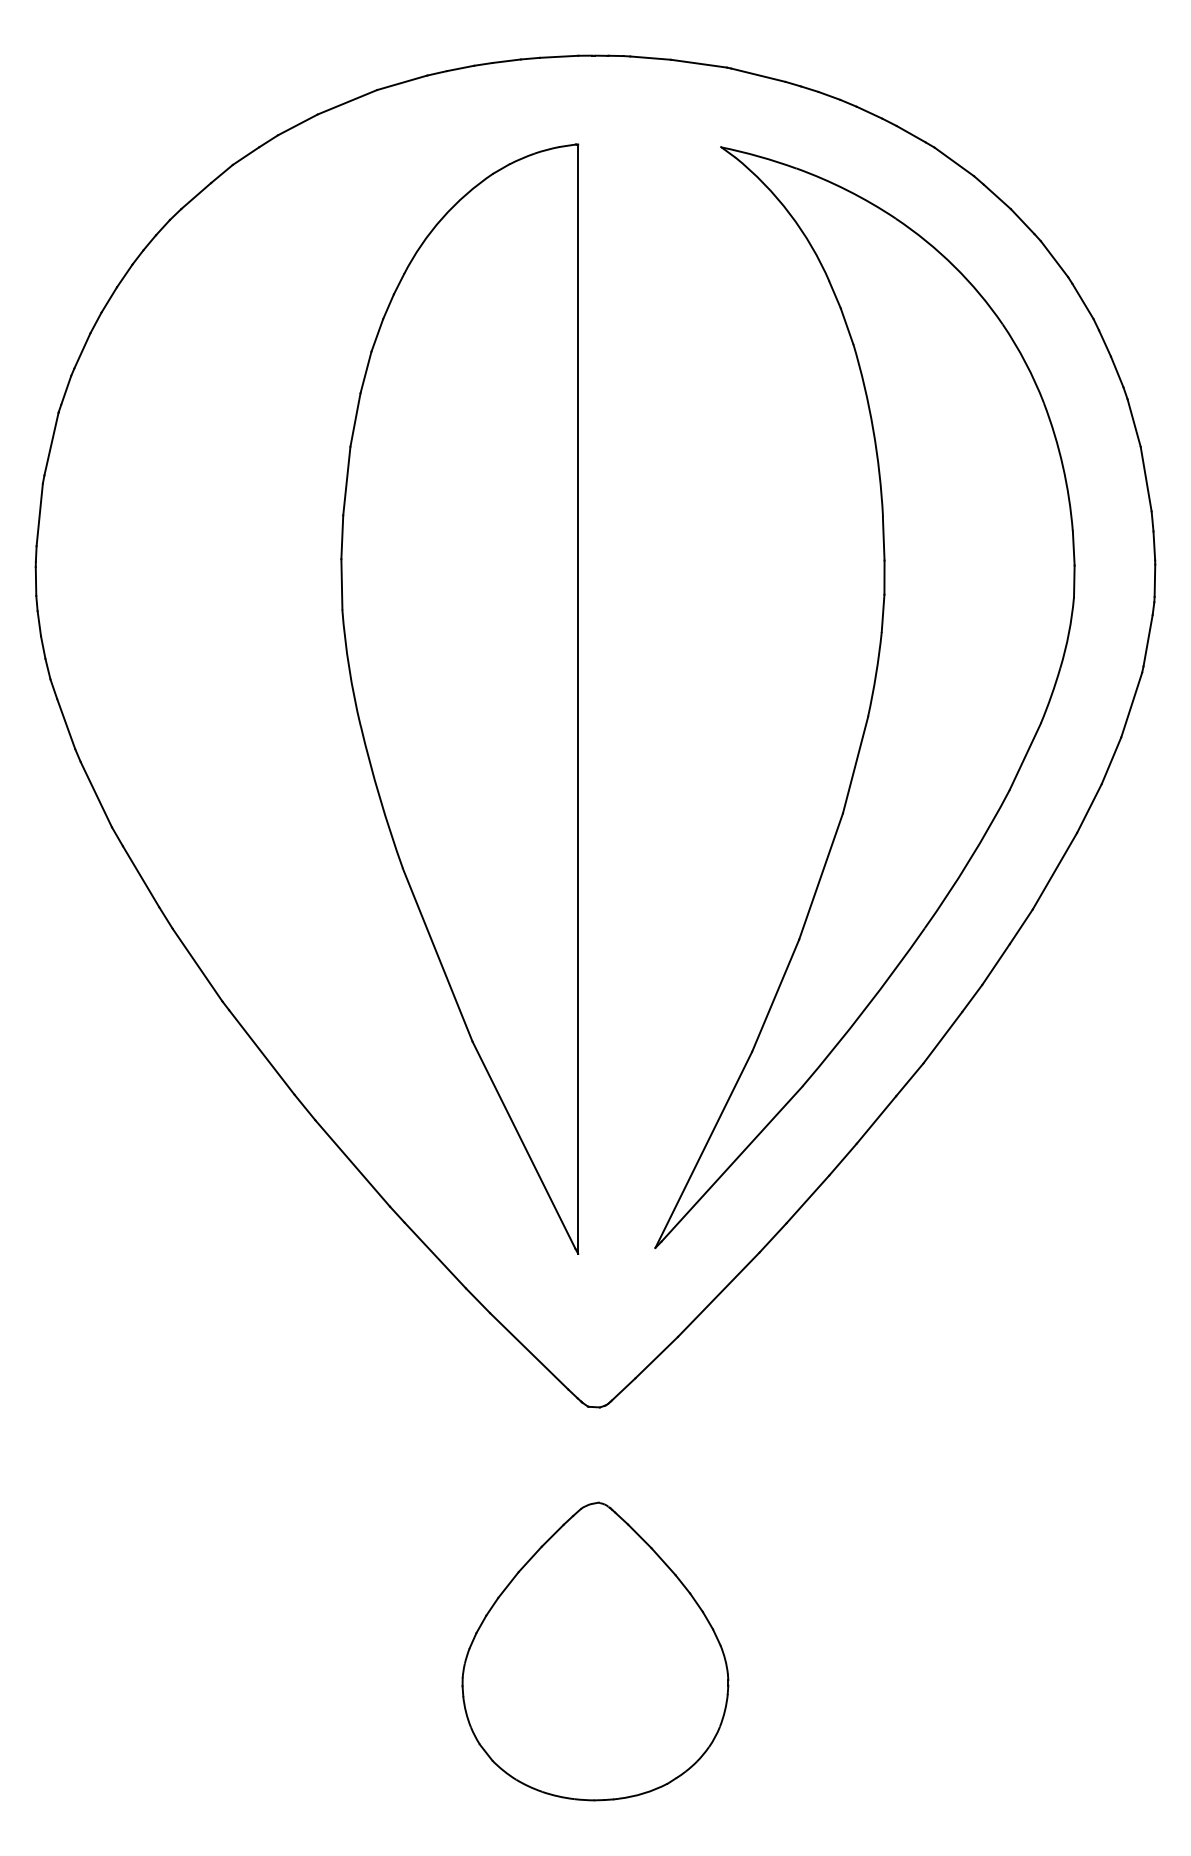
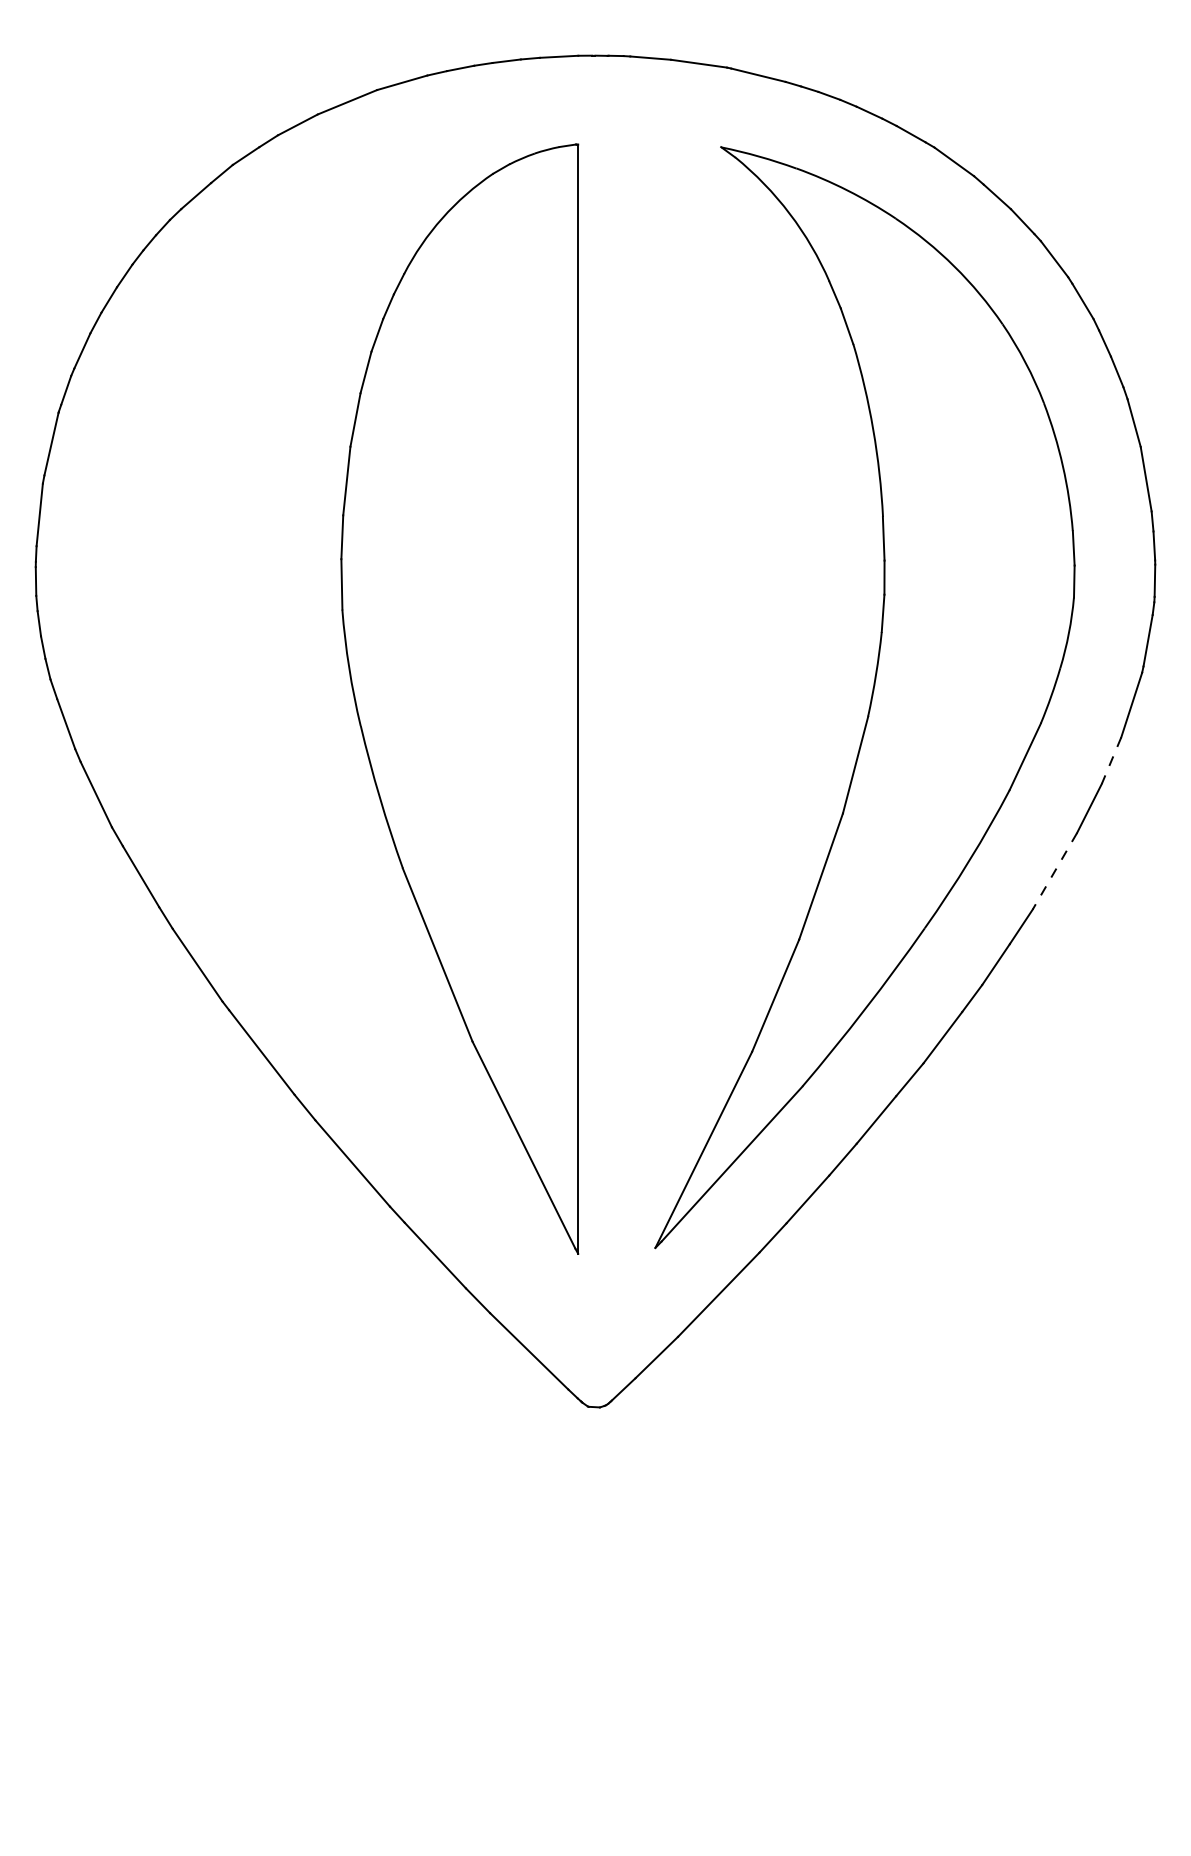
line at (1111, 761): solid -> dashed
line at (1054, 871): solid -> dashed
part at (595, 1651): present -> none
